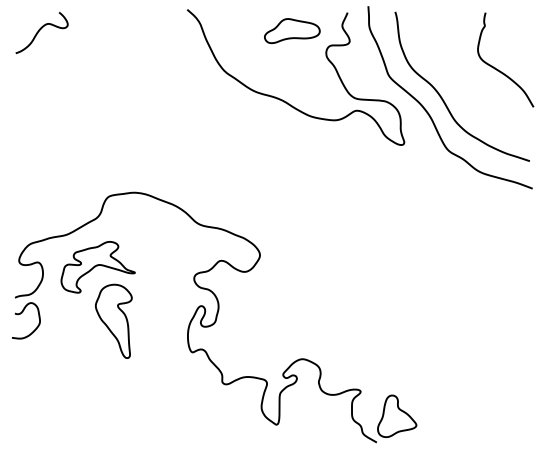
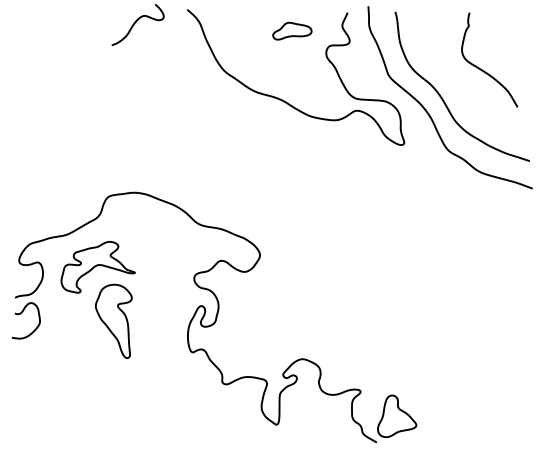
curve at (39, 31) position: (39, 31) -> (135, 23)
part at (292, 31) size: 57x27 px -> 41x20 px
curve at (497, 68) position: (497, 68) -> (481, 68)
